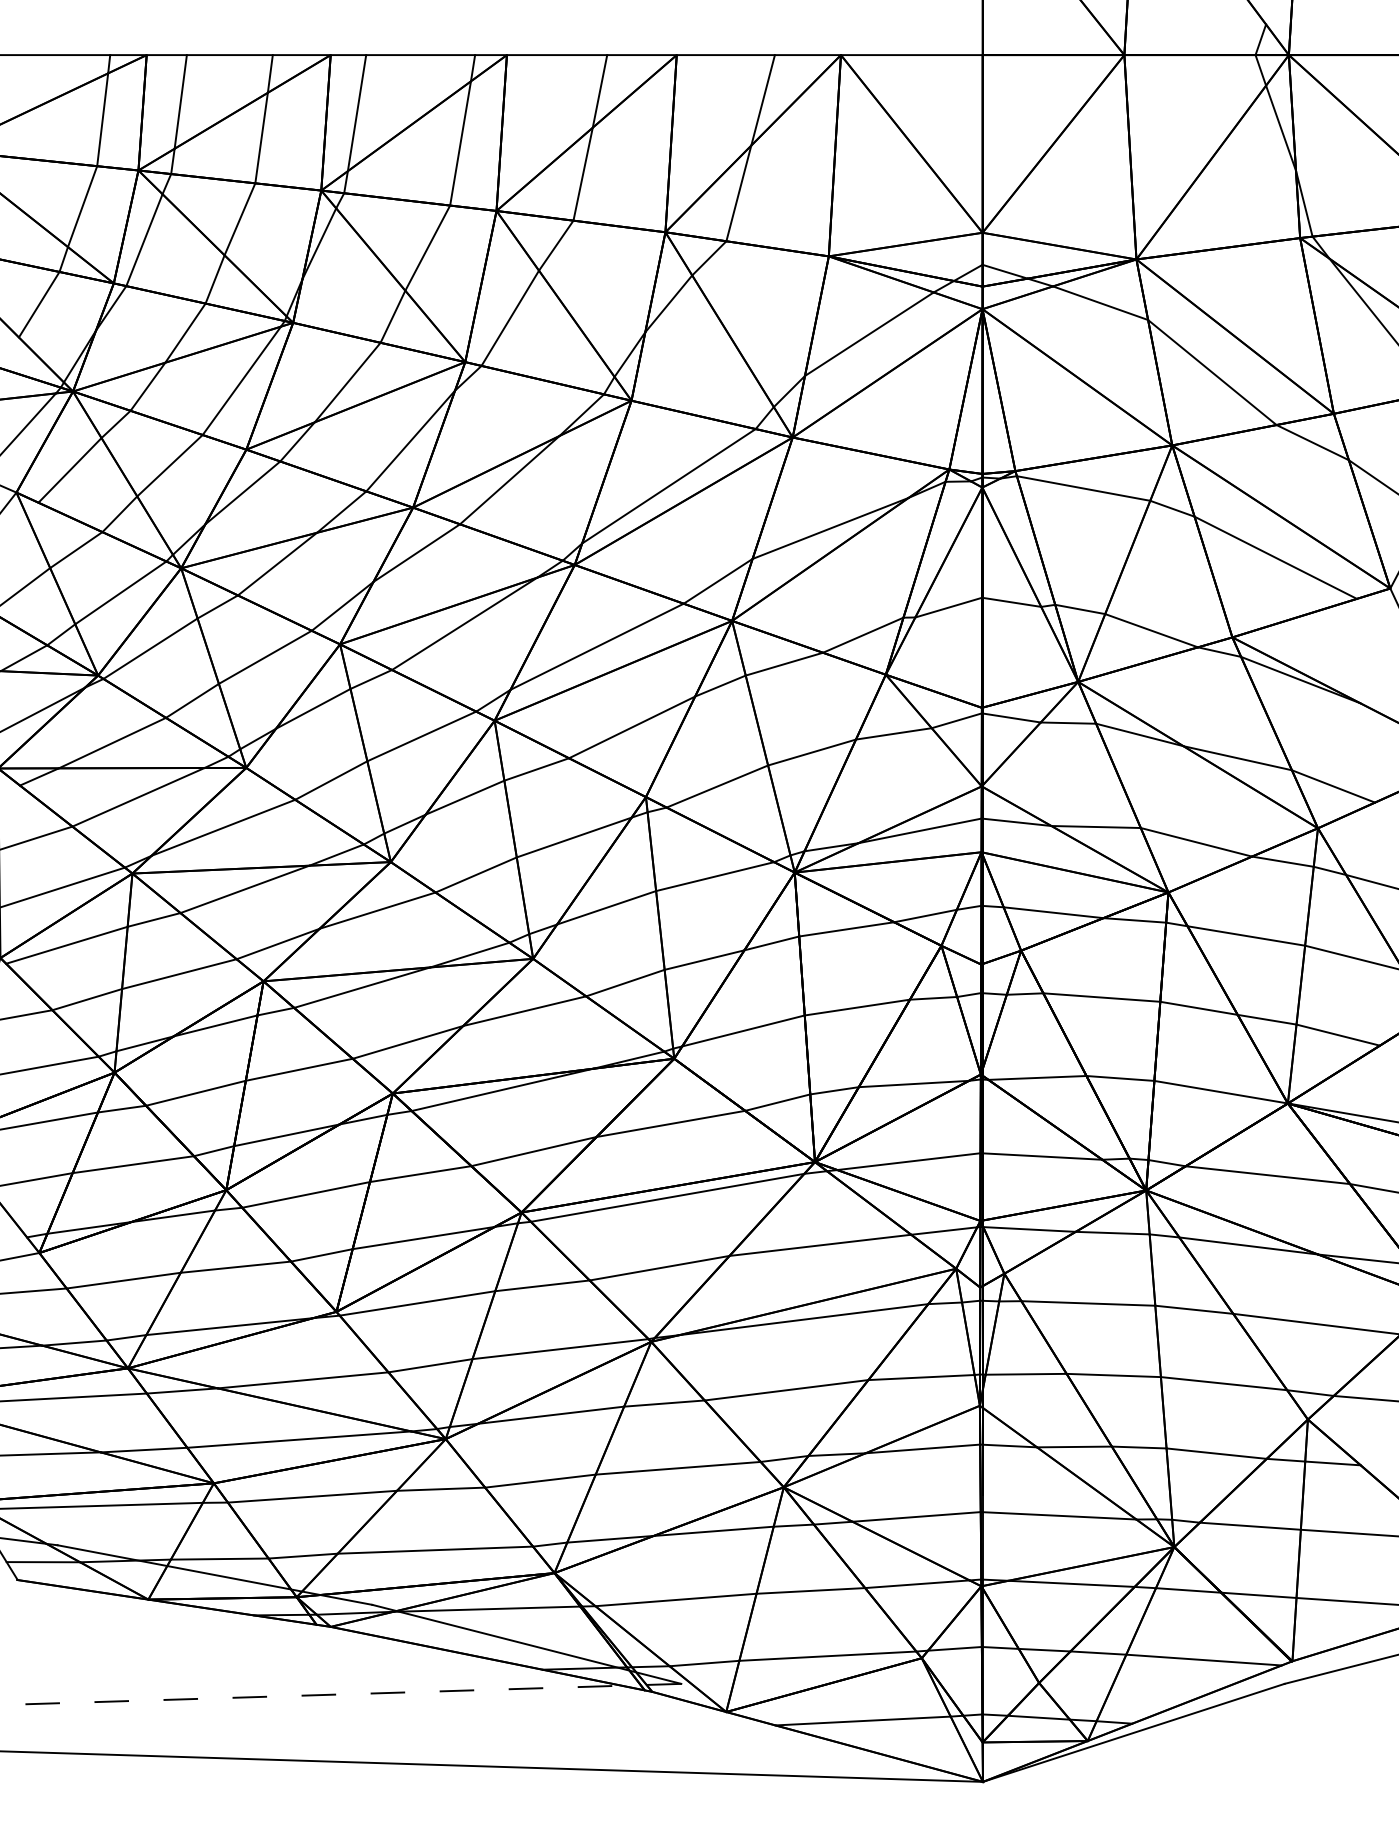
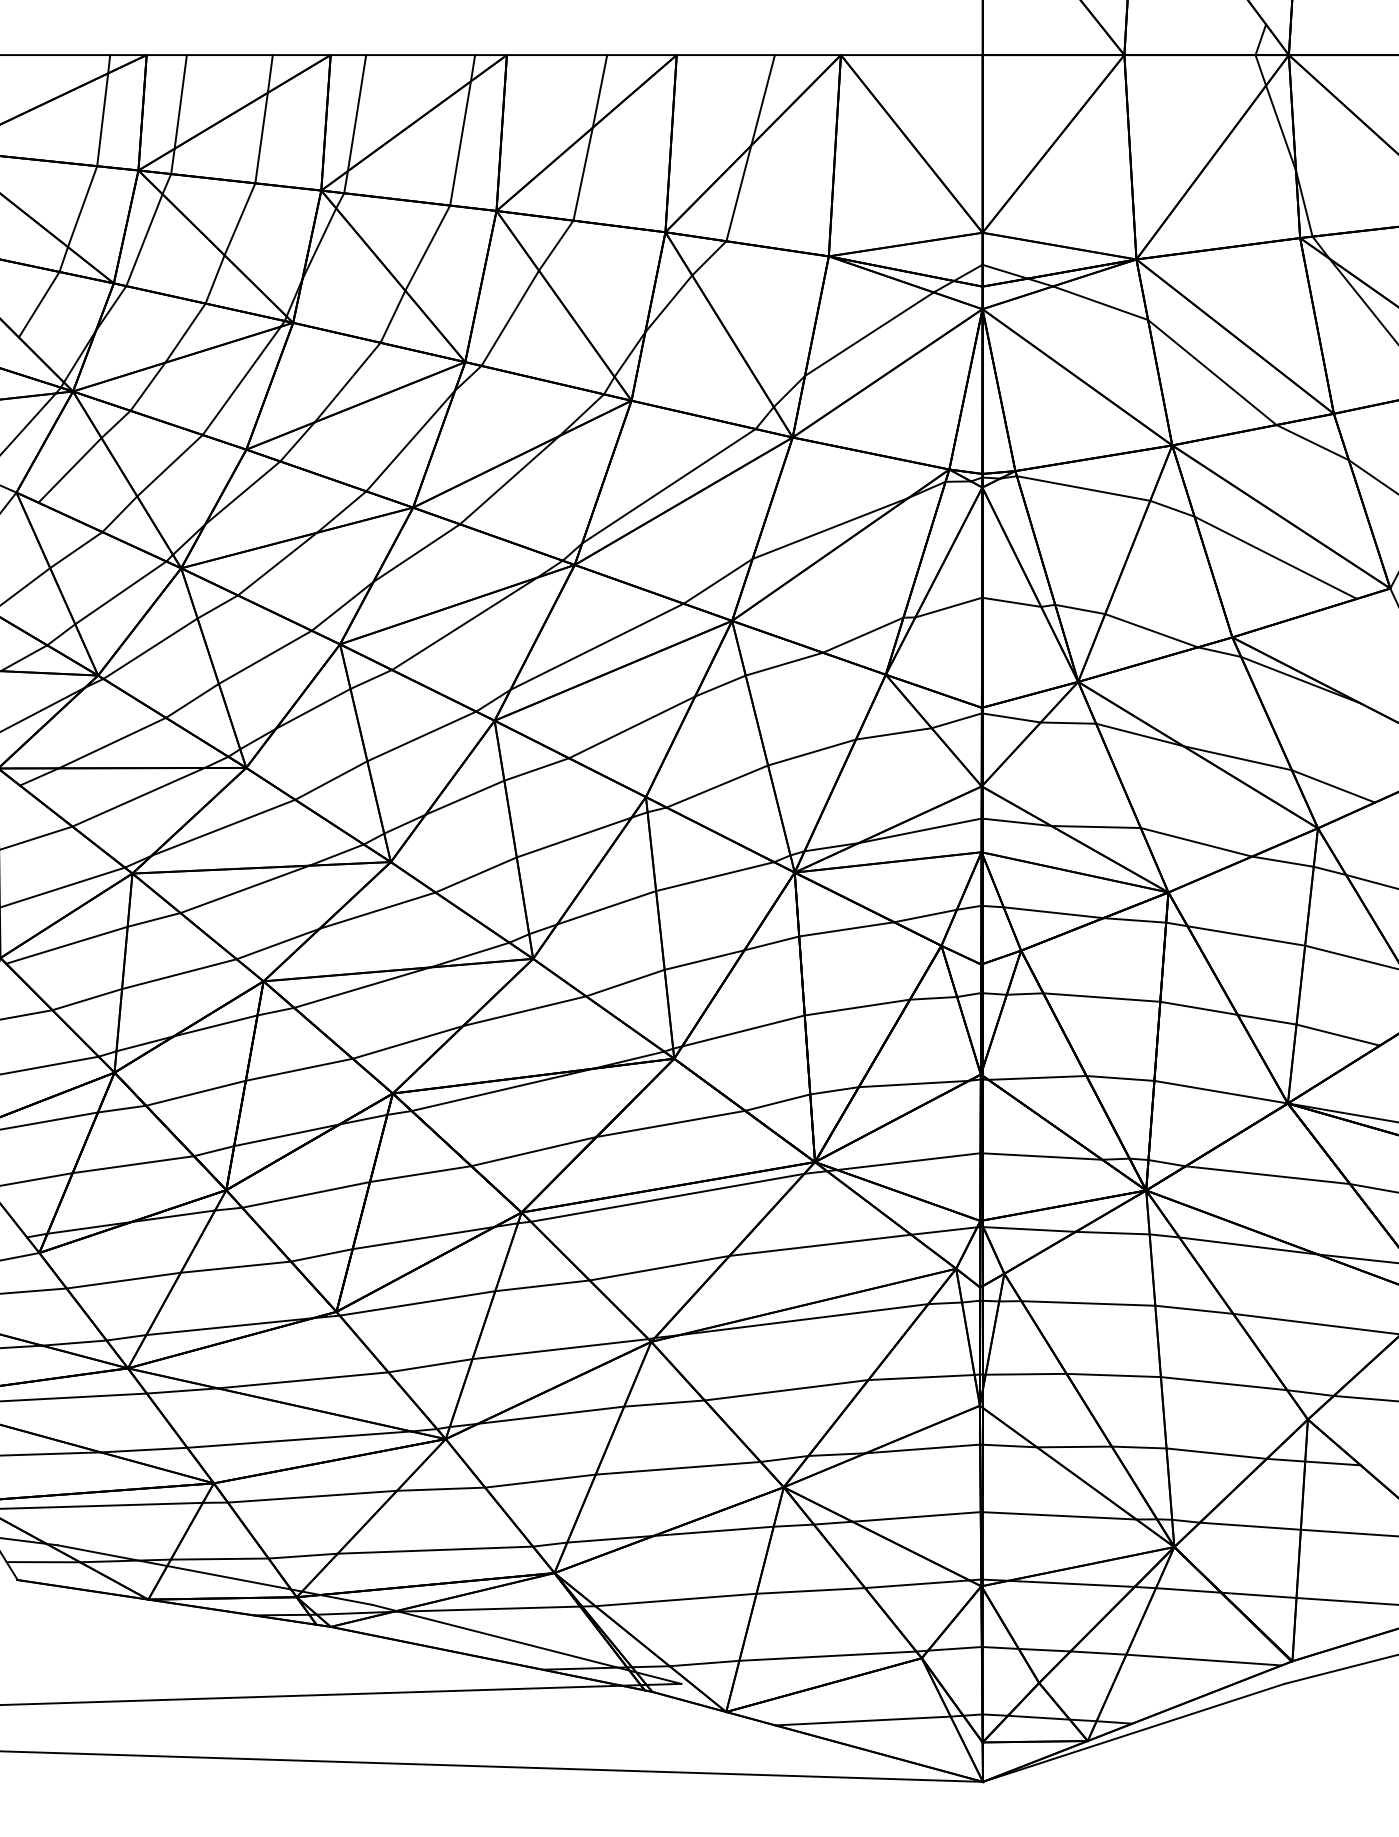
line at (340, 1694): dashed -> solid
